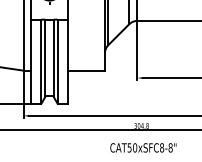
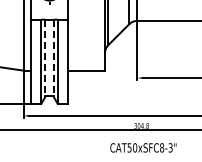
line at (45, 58): solid -> dashed
line at (53, 58): solid -> dashed
text at (170, 147): CAT50xSFC8-8" -> CAT50xSFC8-3"
